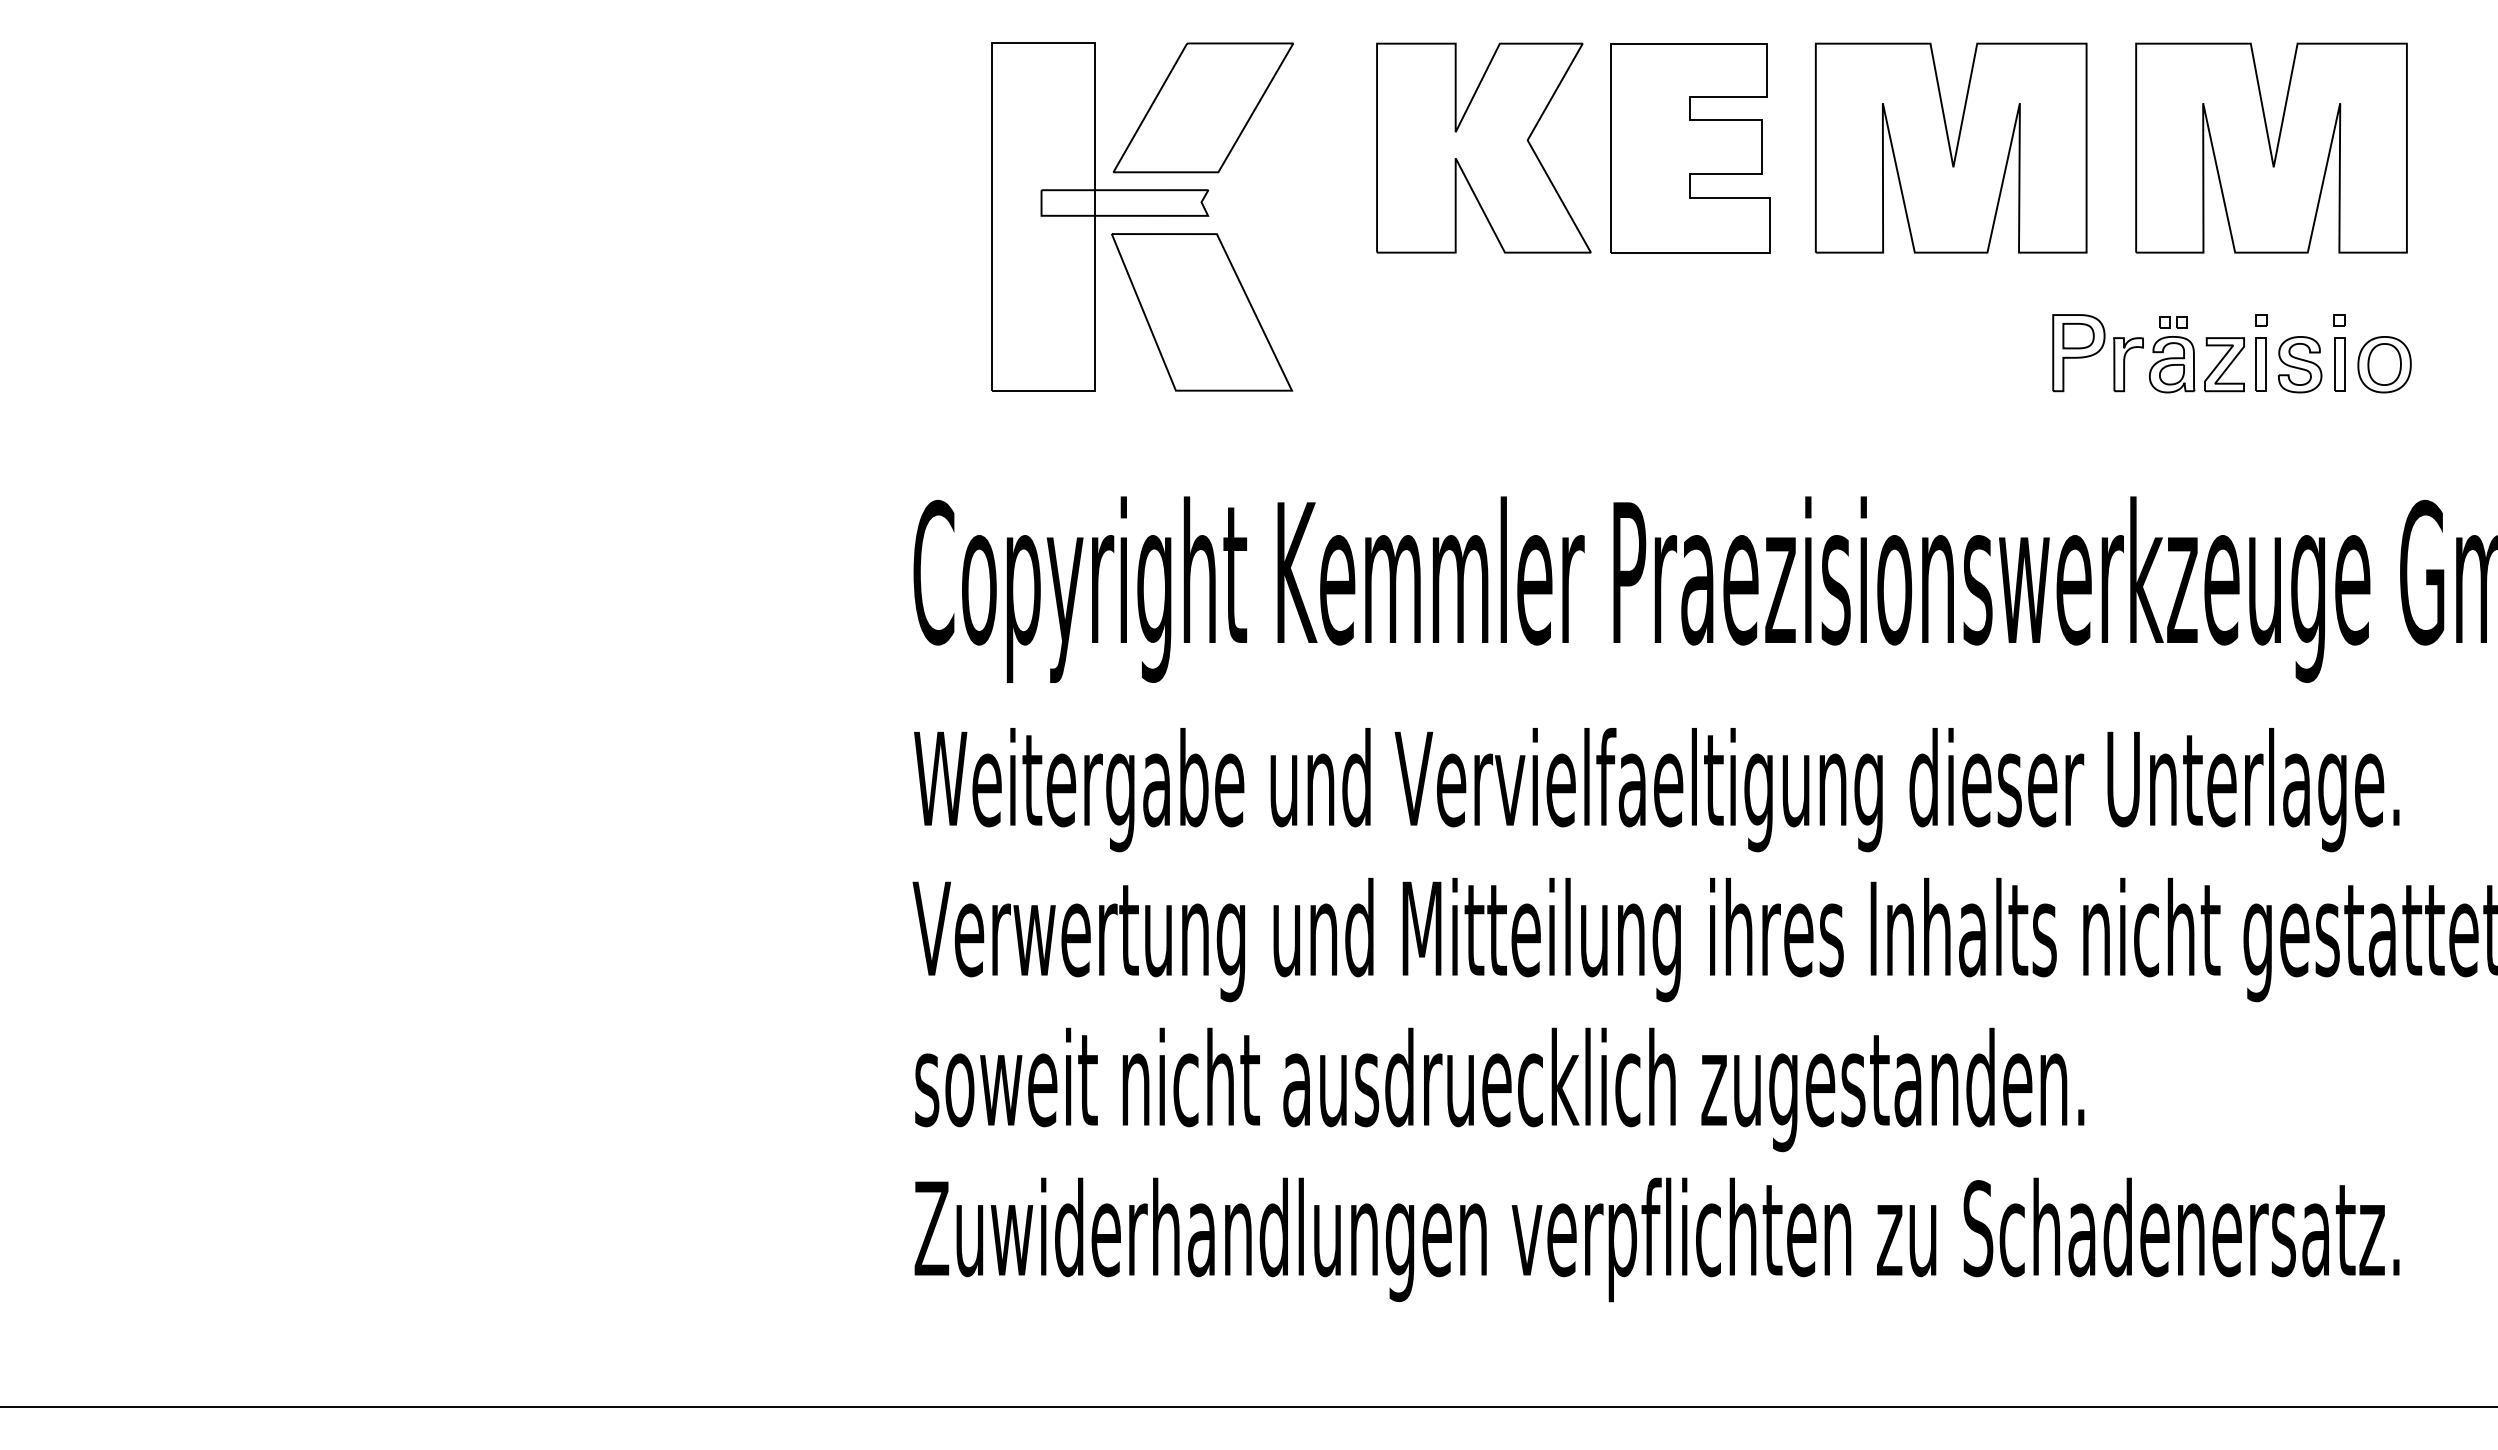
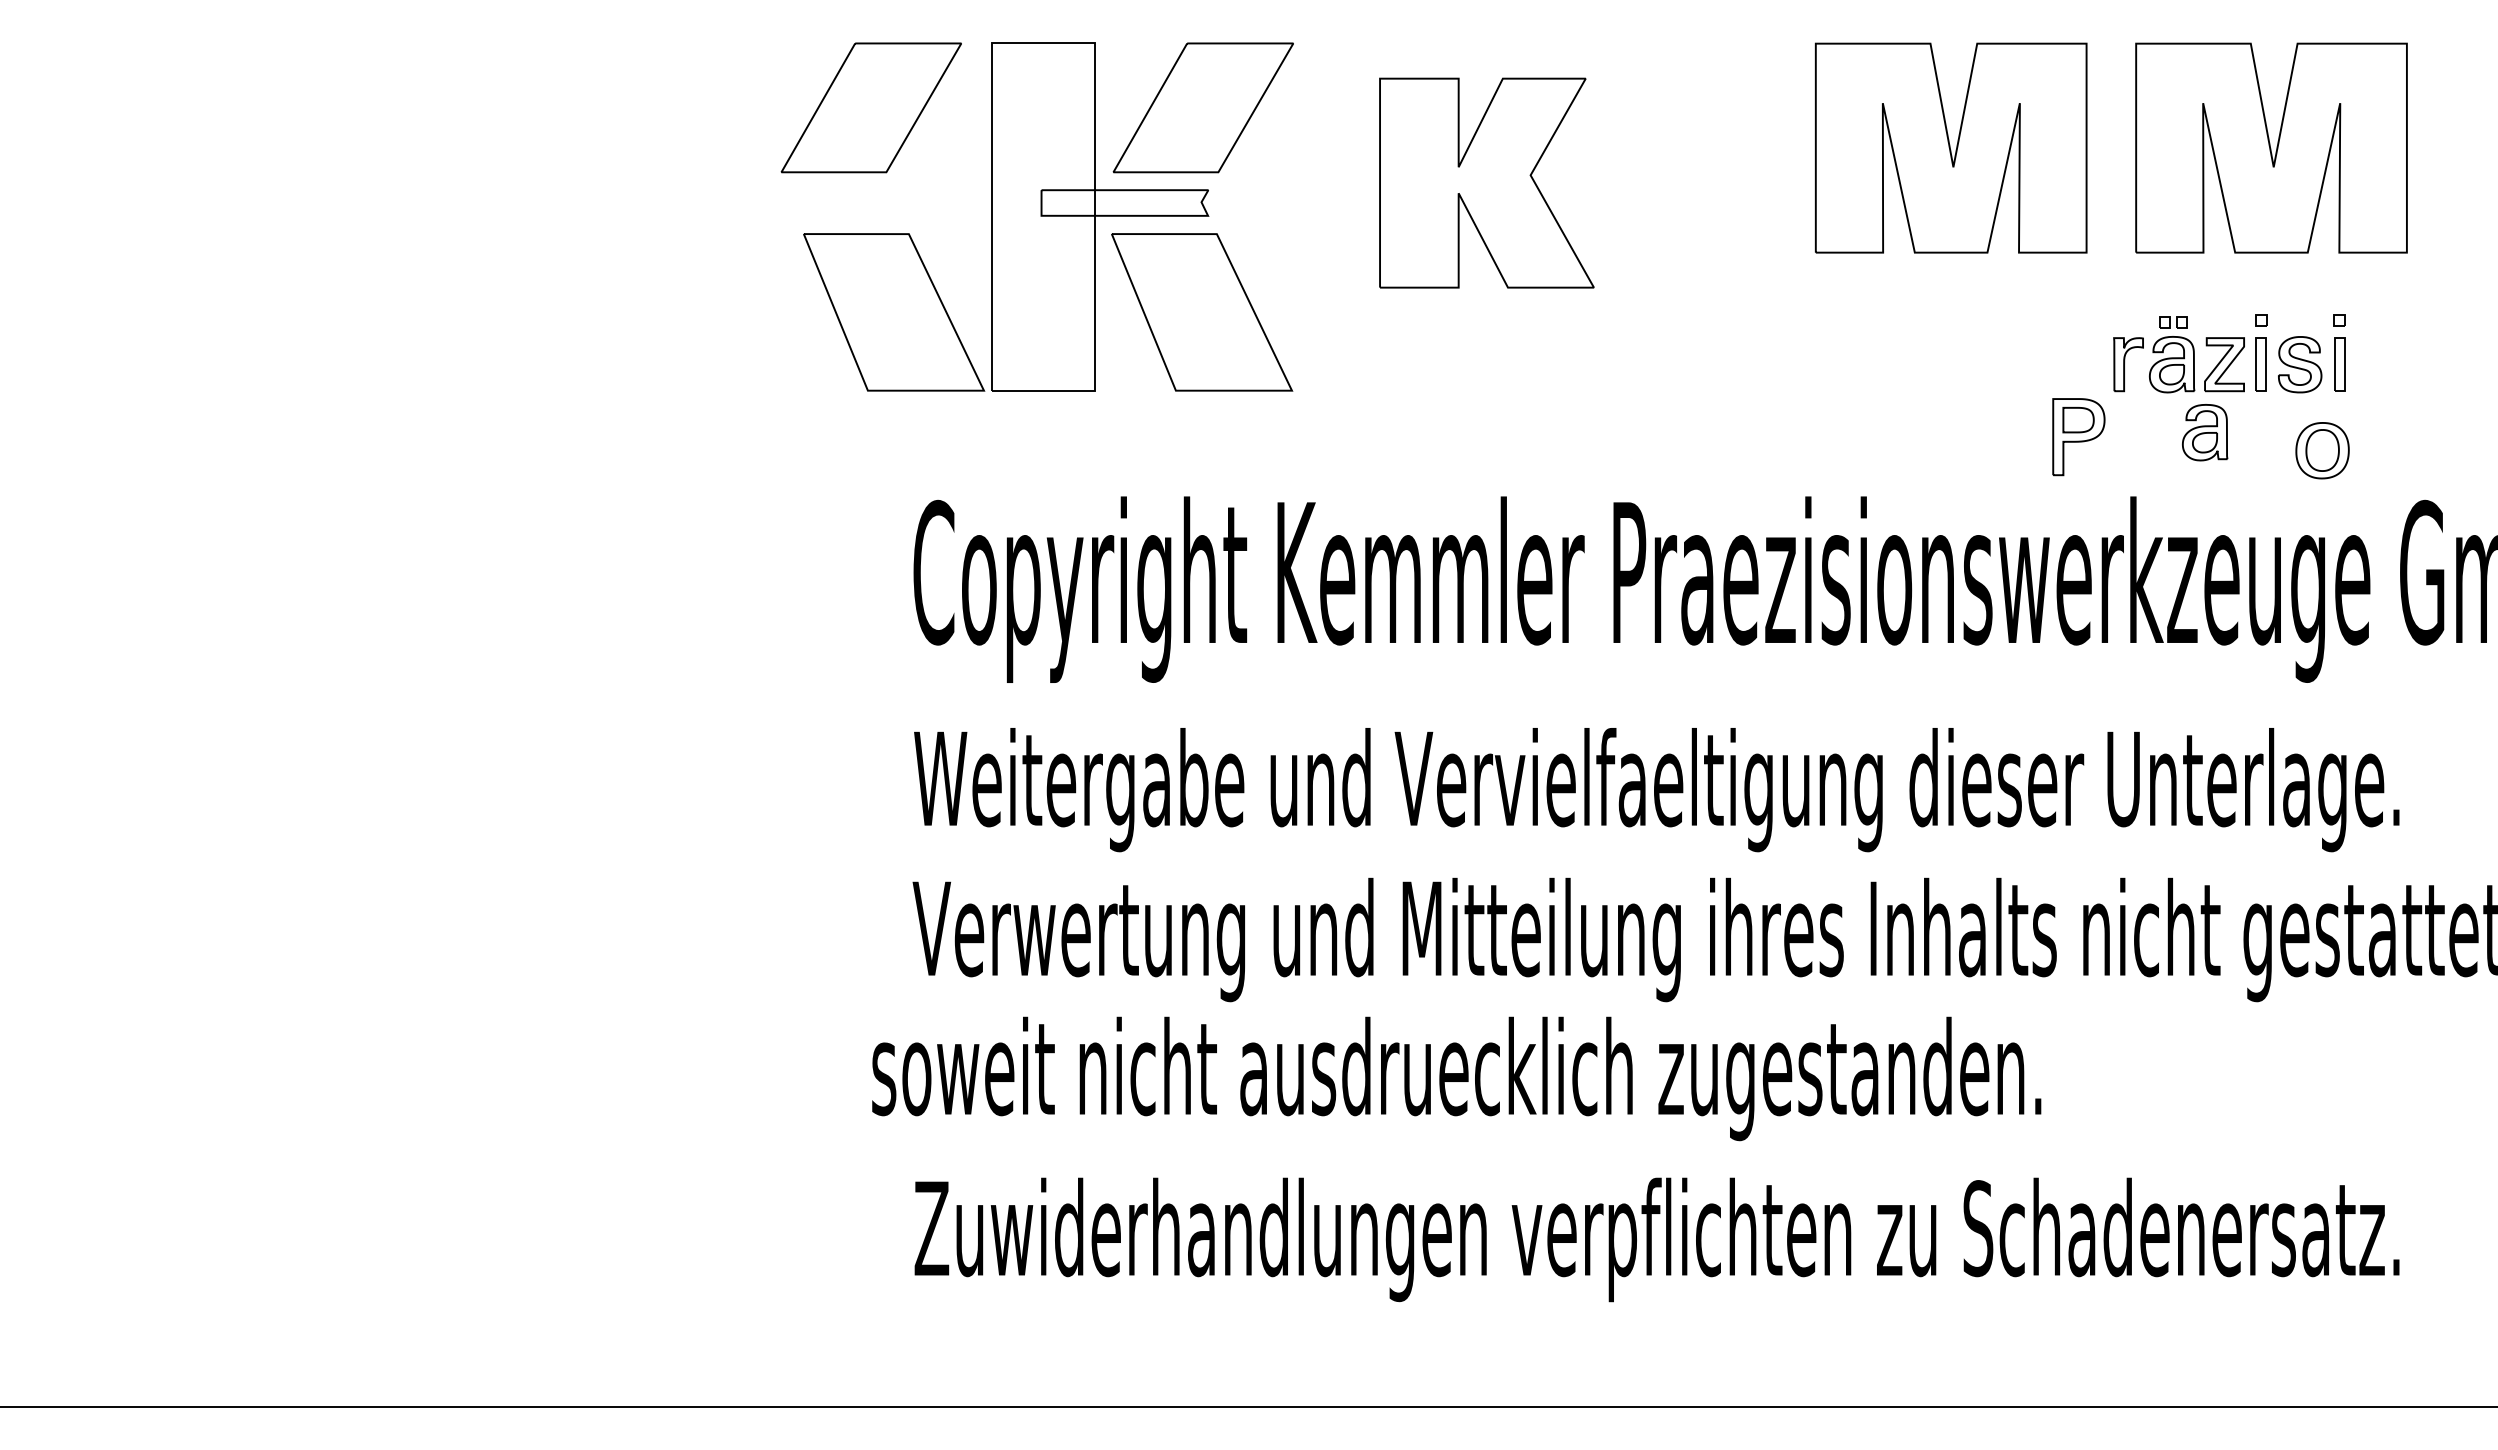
part at (870, 107): none -> present
part at (1483, 147) position: (1483, 147) -> (1486, 182)
part at (1690, 148): present -> none
part at (894, 312): none -> present
part at (2078, 353) position: (2078, 353) -> (2078, 437)
part at (2384, 364) position: (2384, 364) -> (2322, 450)
part at (2205, 432): none -> present
text at (1499, 1089) position: (1499, 1089) -> (1456, 1078)
